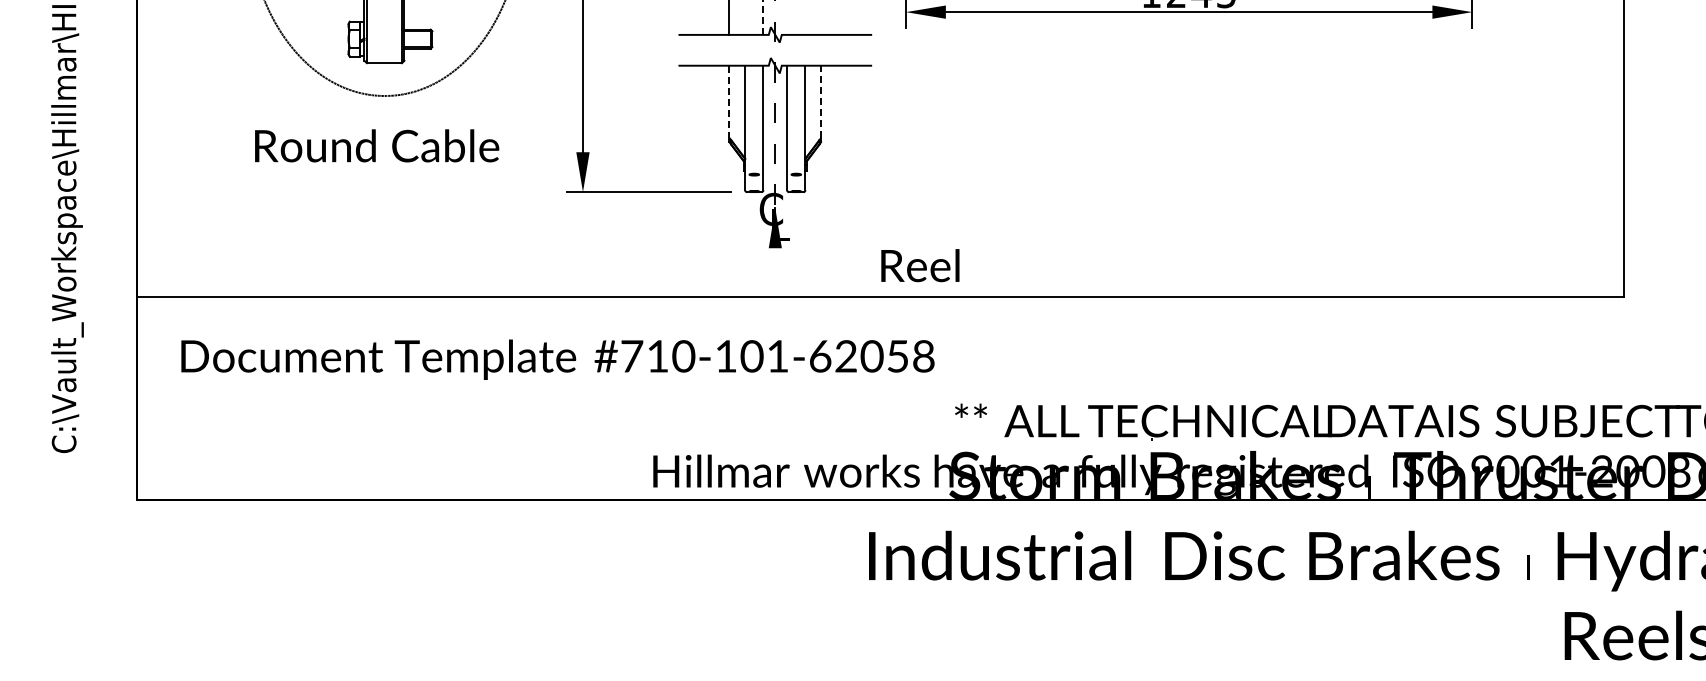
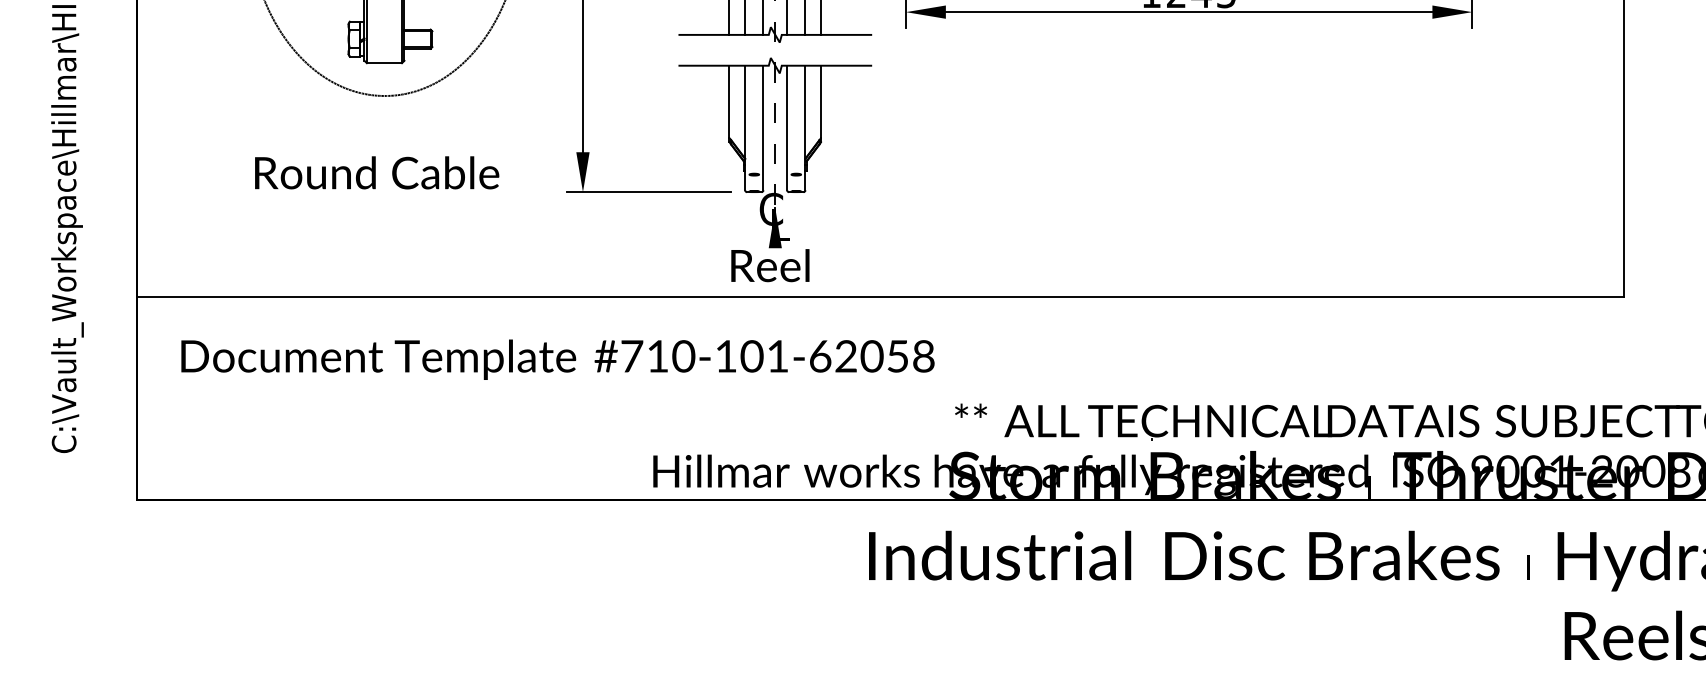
line at (763, 17): dashed -> solid
line at (745, 18): none -> present
line at (787, 18): none -> present
line at (805, 18): none -> present
line at (821, 18): none -> present
line at (821, 101): dashed -> solid
line at (729, 102): dashed -> solid
text at (377, 145) position: (377, 145) -> (377, 172)
text at (920, 265) position: (920, 265) -> (770, 265)
